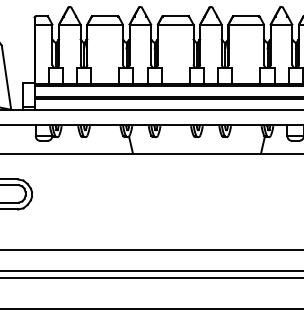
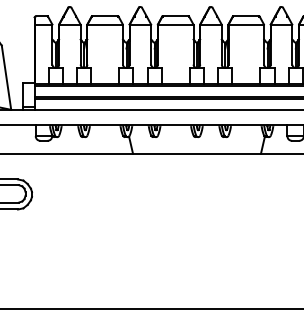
line at (151, 250): present -> none
line at (151, 271): present -> none
line at (151, 277): present -> none
